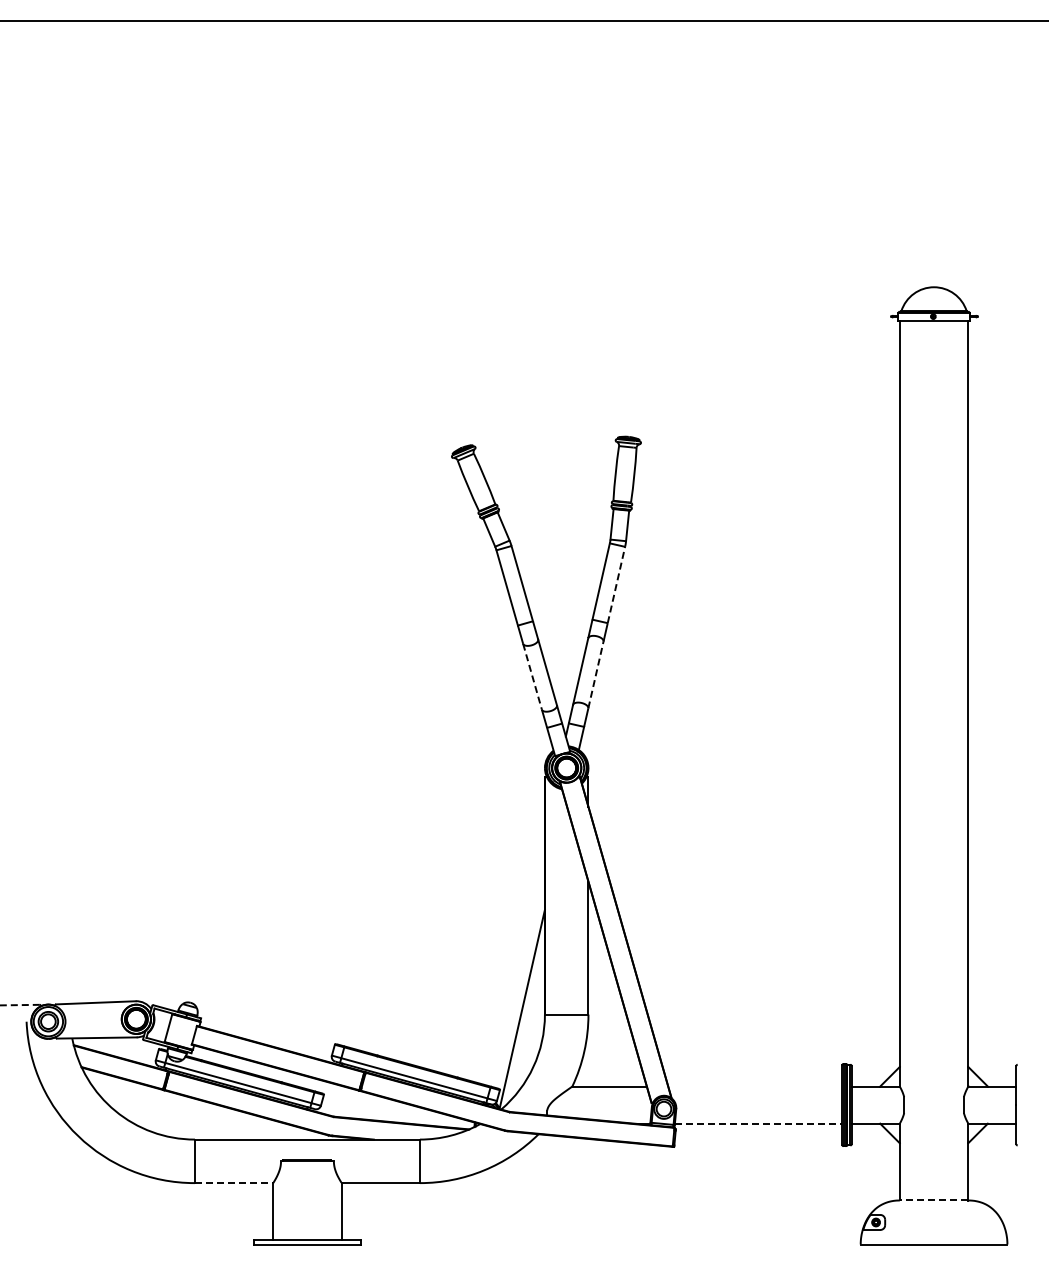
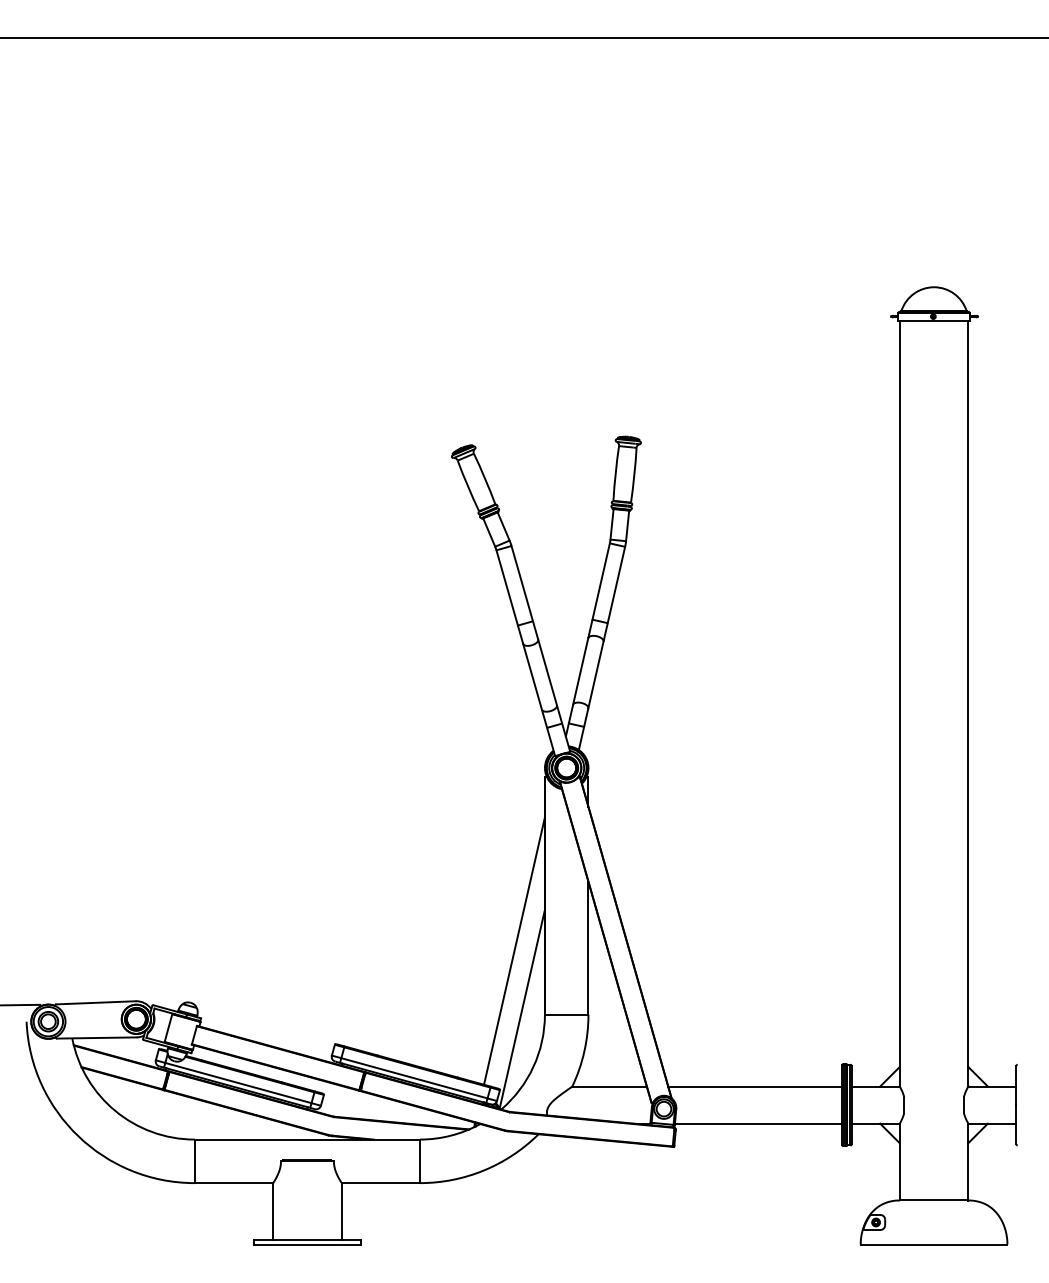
line at (523, 21) position: (523, 21) -> (523, 38)
line at (616, 584): dashed -> solid
line at (596, 674): dashed -> solid
line at (532, 677): dashed -> solid
line at (514, 950): none -> present
line at (19, 1005): dashed -> solid
line at (755, 1086): none -> present
line at (758, 1123): dashed -> solid
line at (234, 1183): dashed -> solid
line at (933, 1200): dashed -> solid
